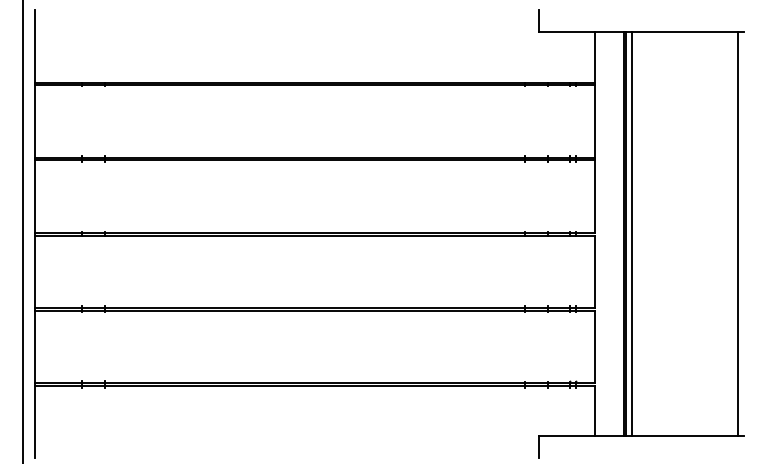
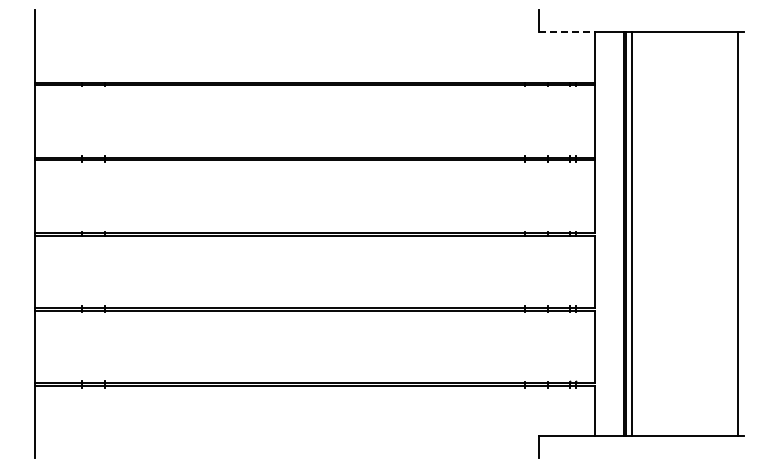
line at (567, 32): solid -> dashed
line at (22, 231): present -> none
